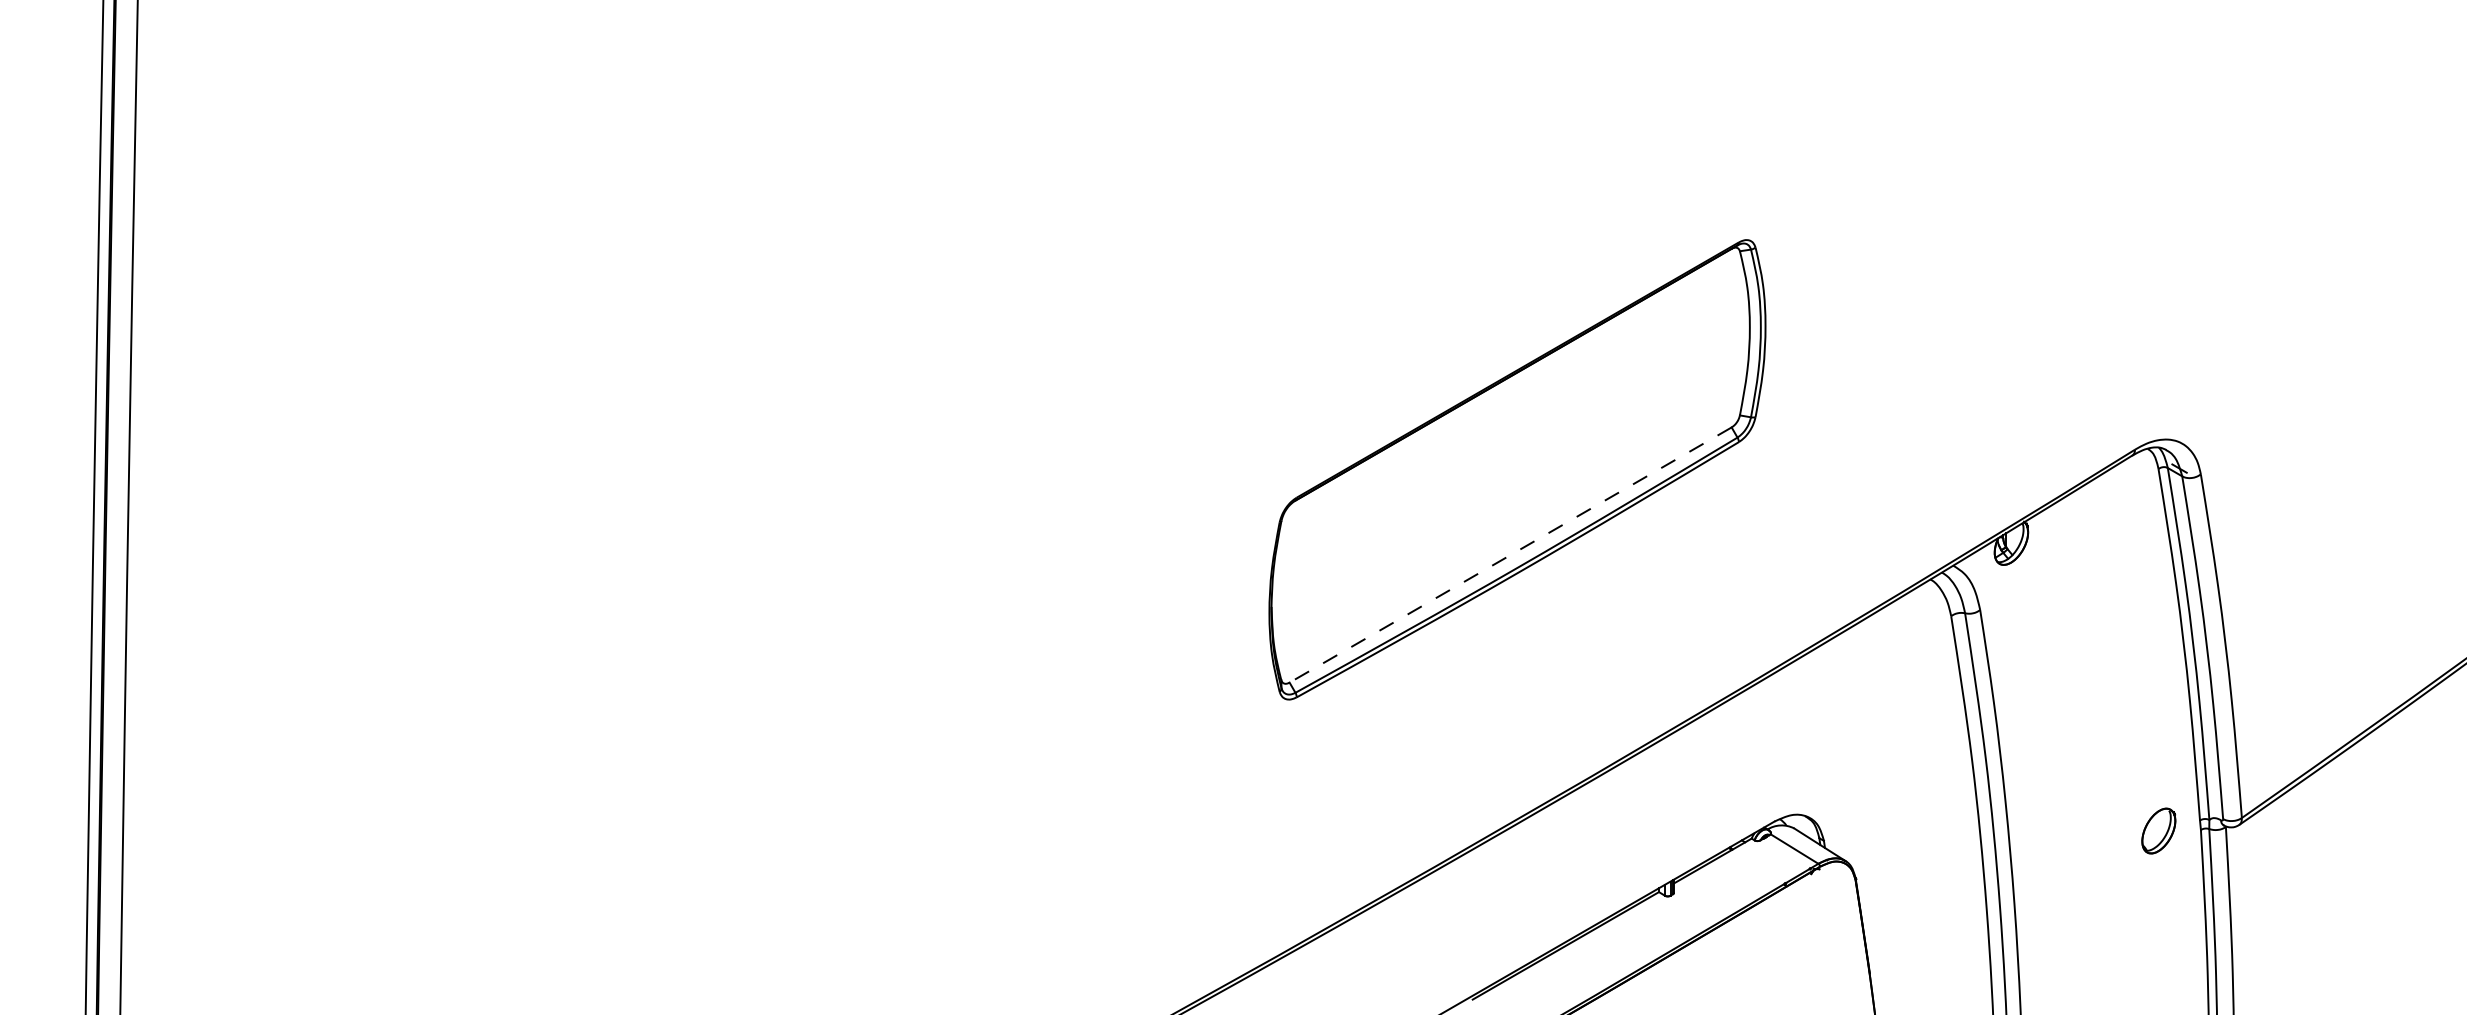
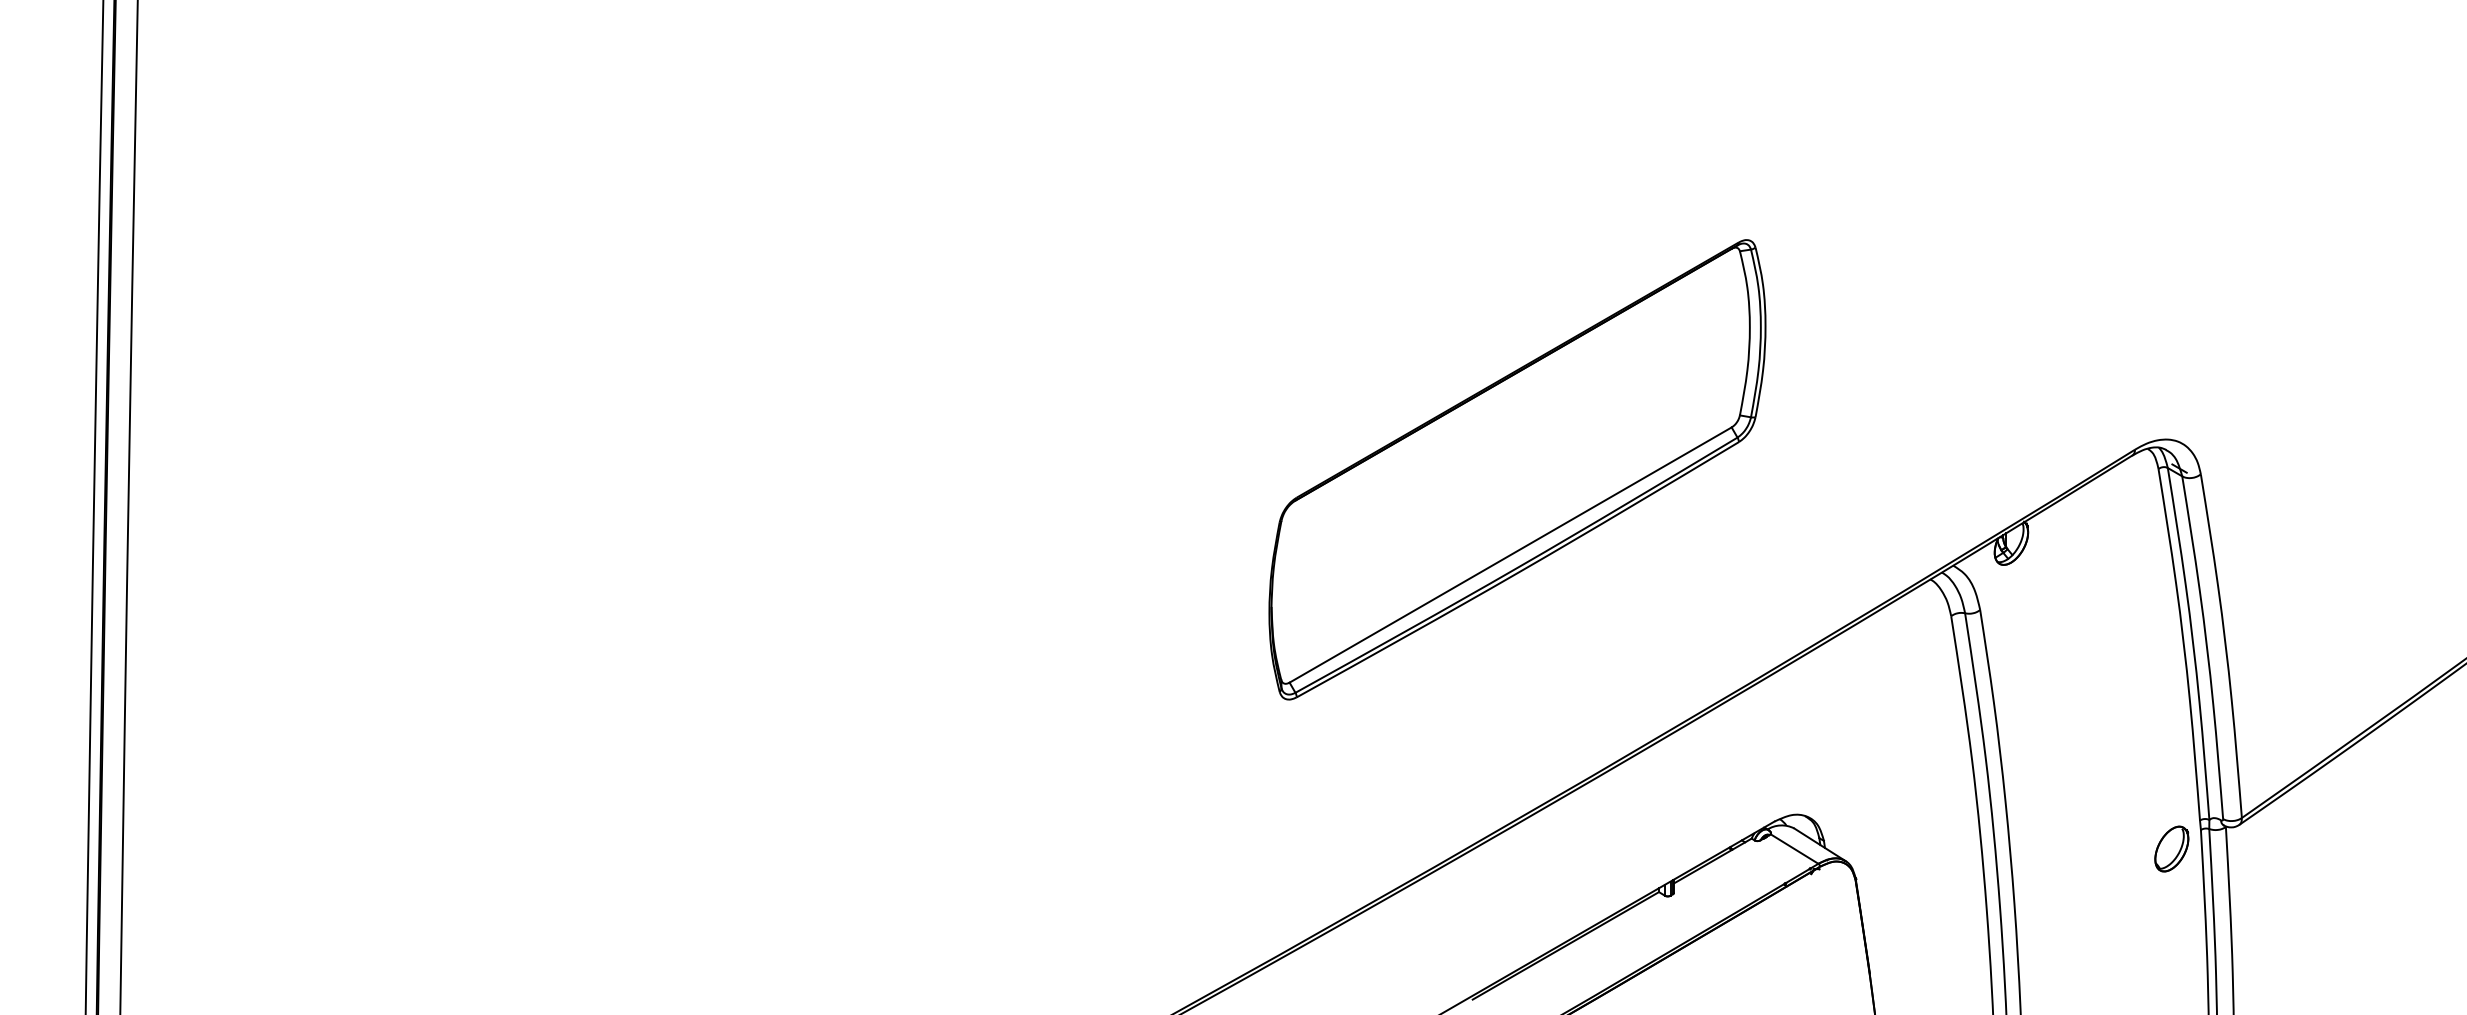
line at (1510, 555): dashed -> solid
part at (2158, 830) position: (2158, 830) -> (2171, 848)
